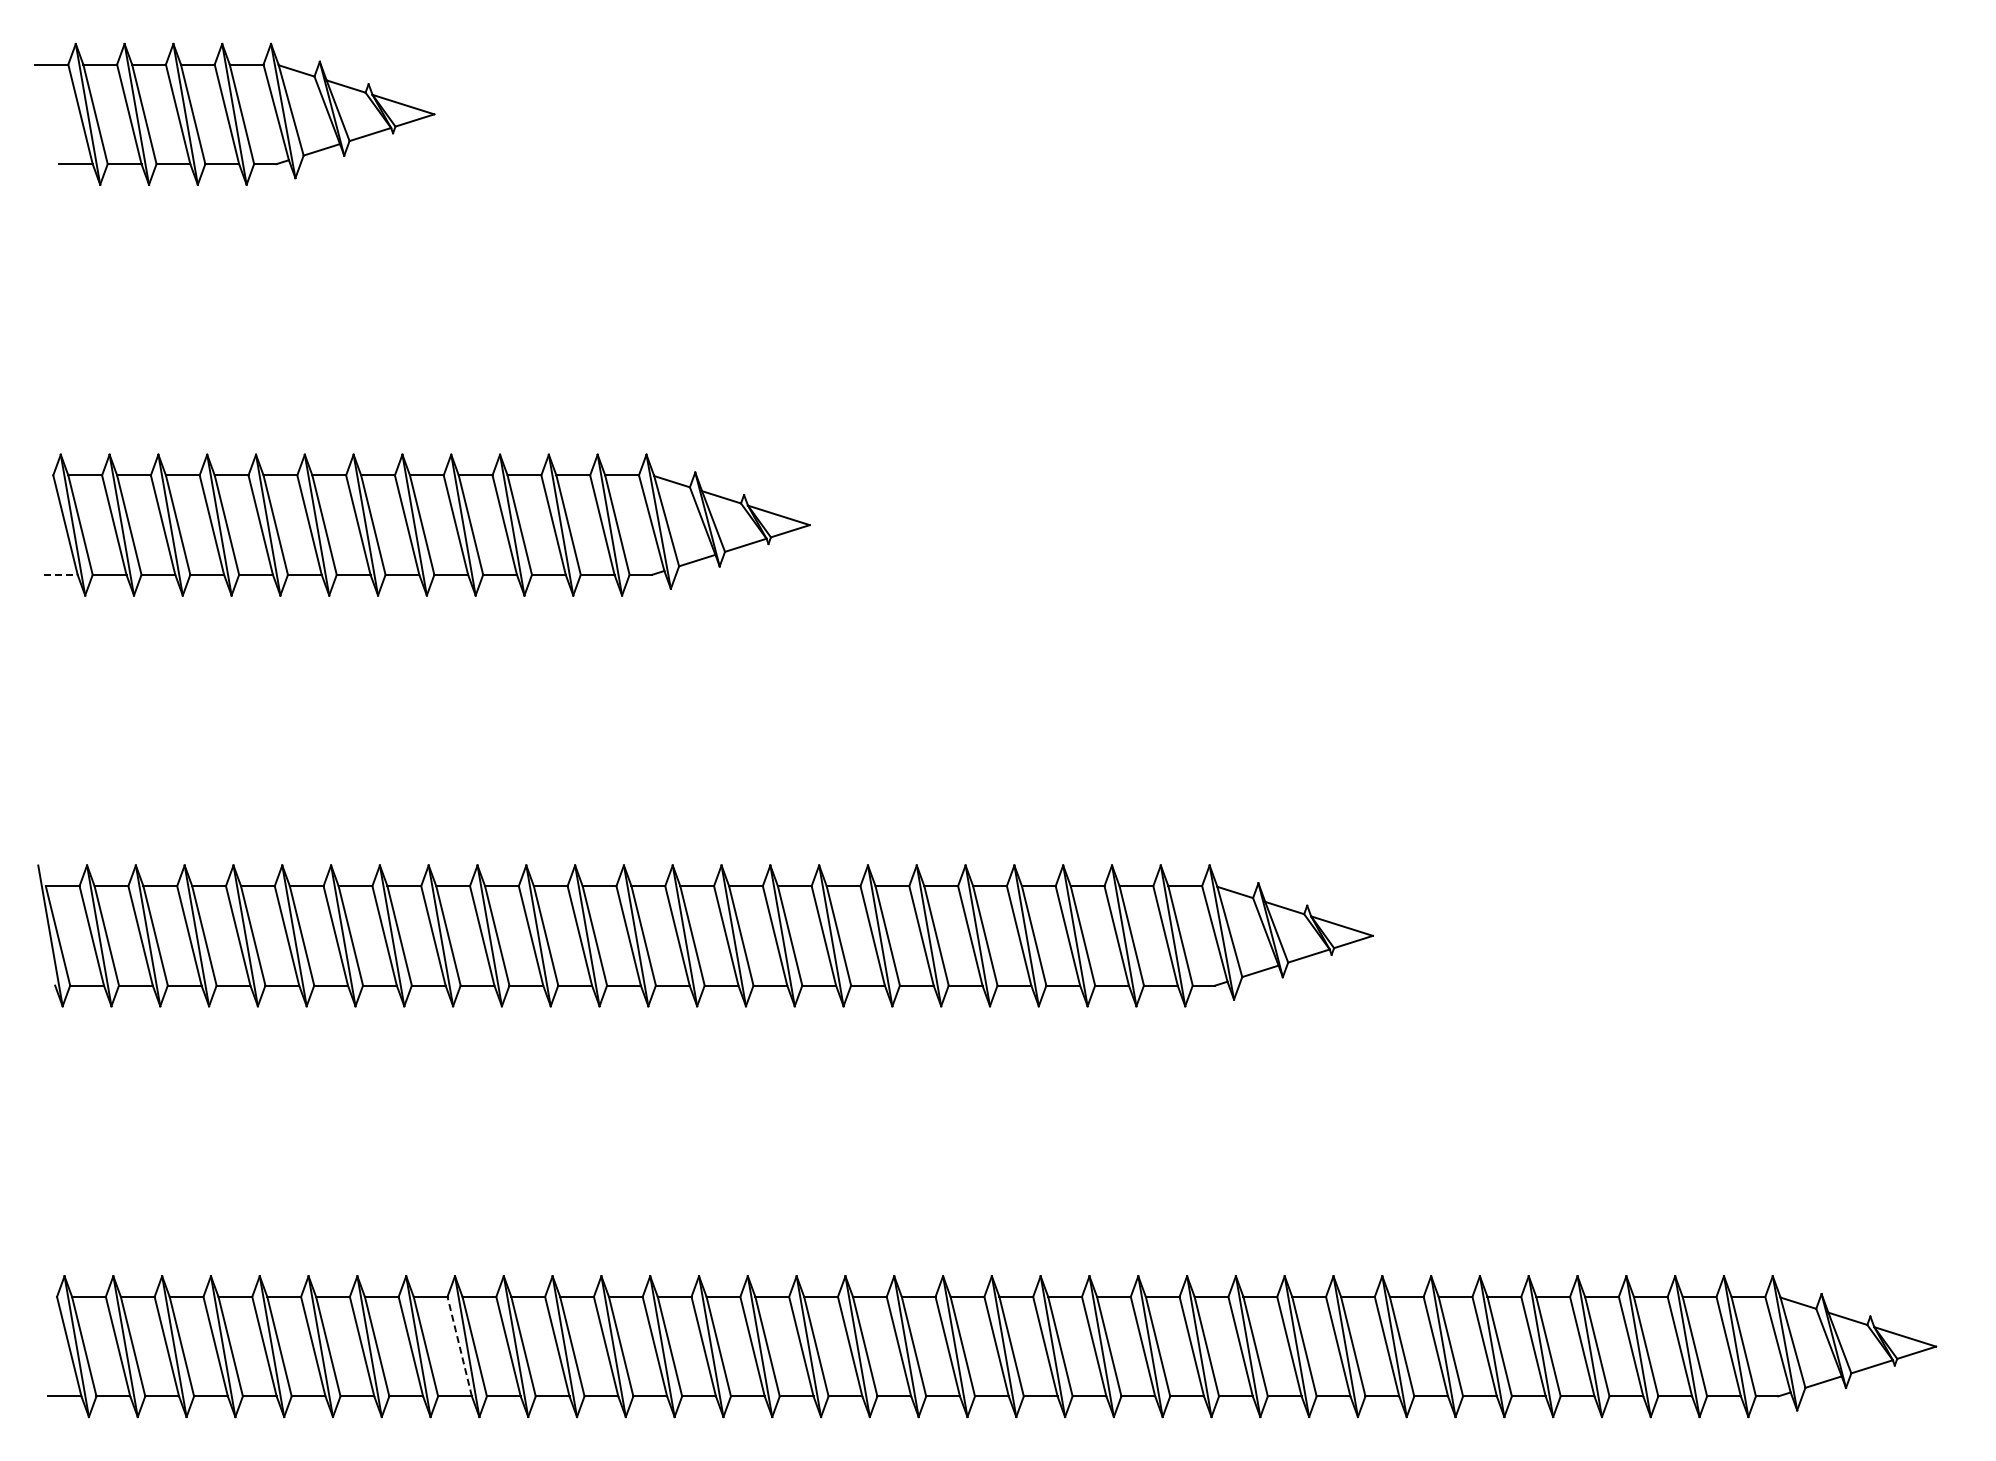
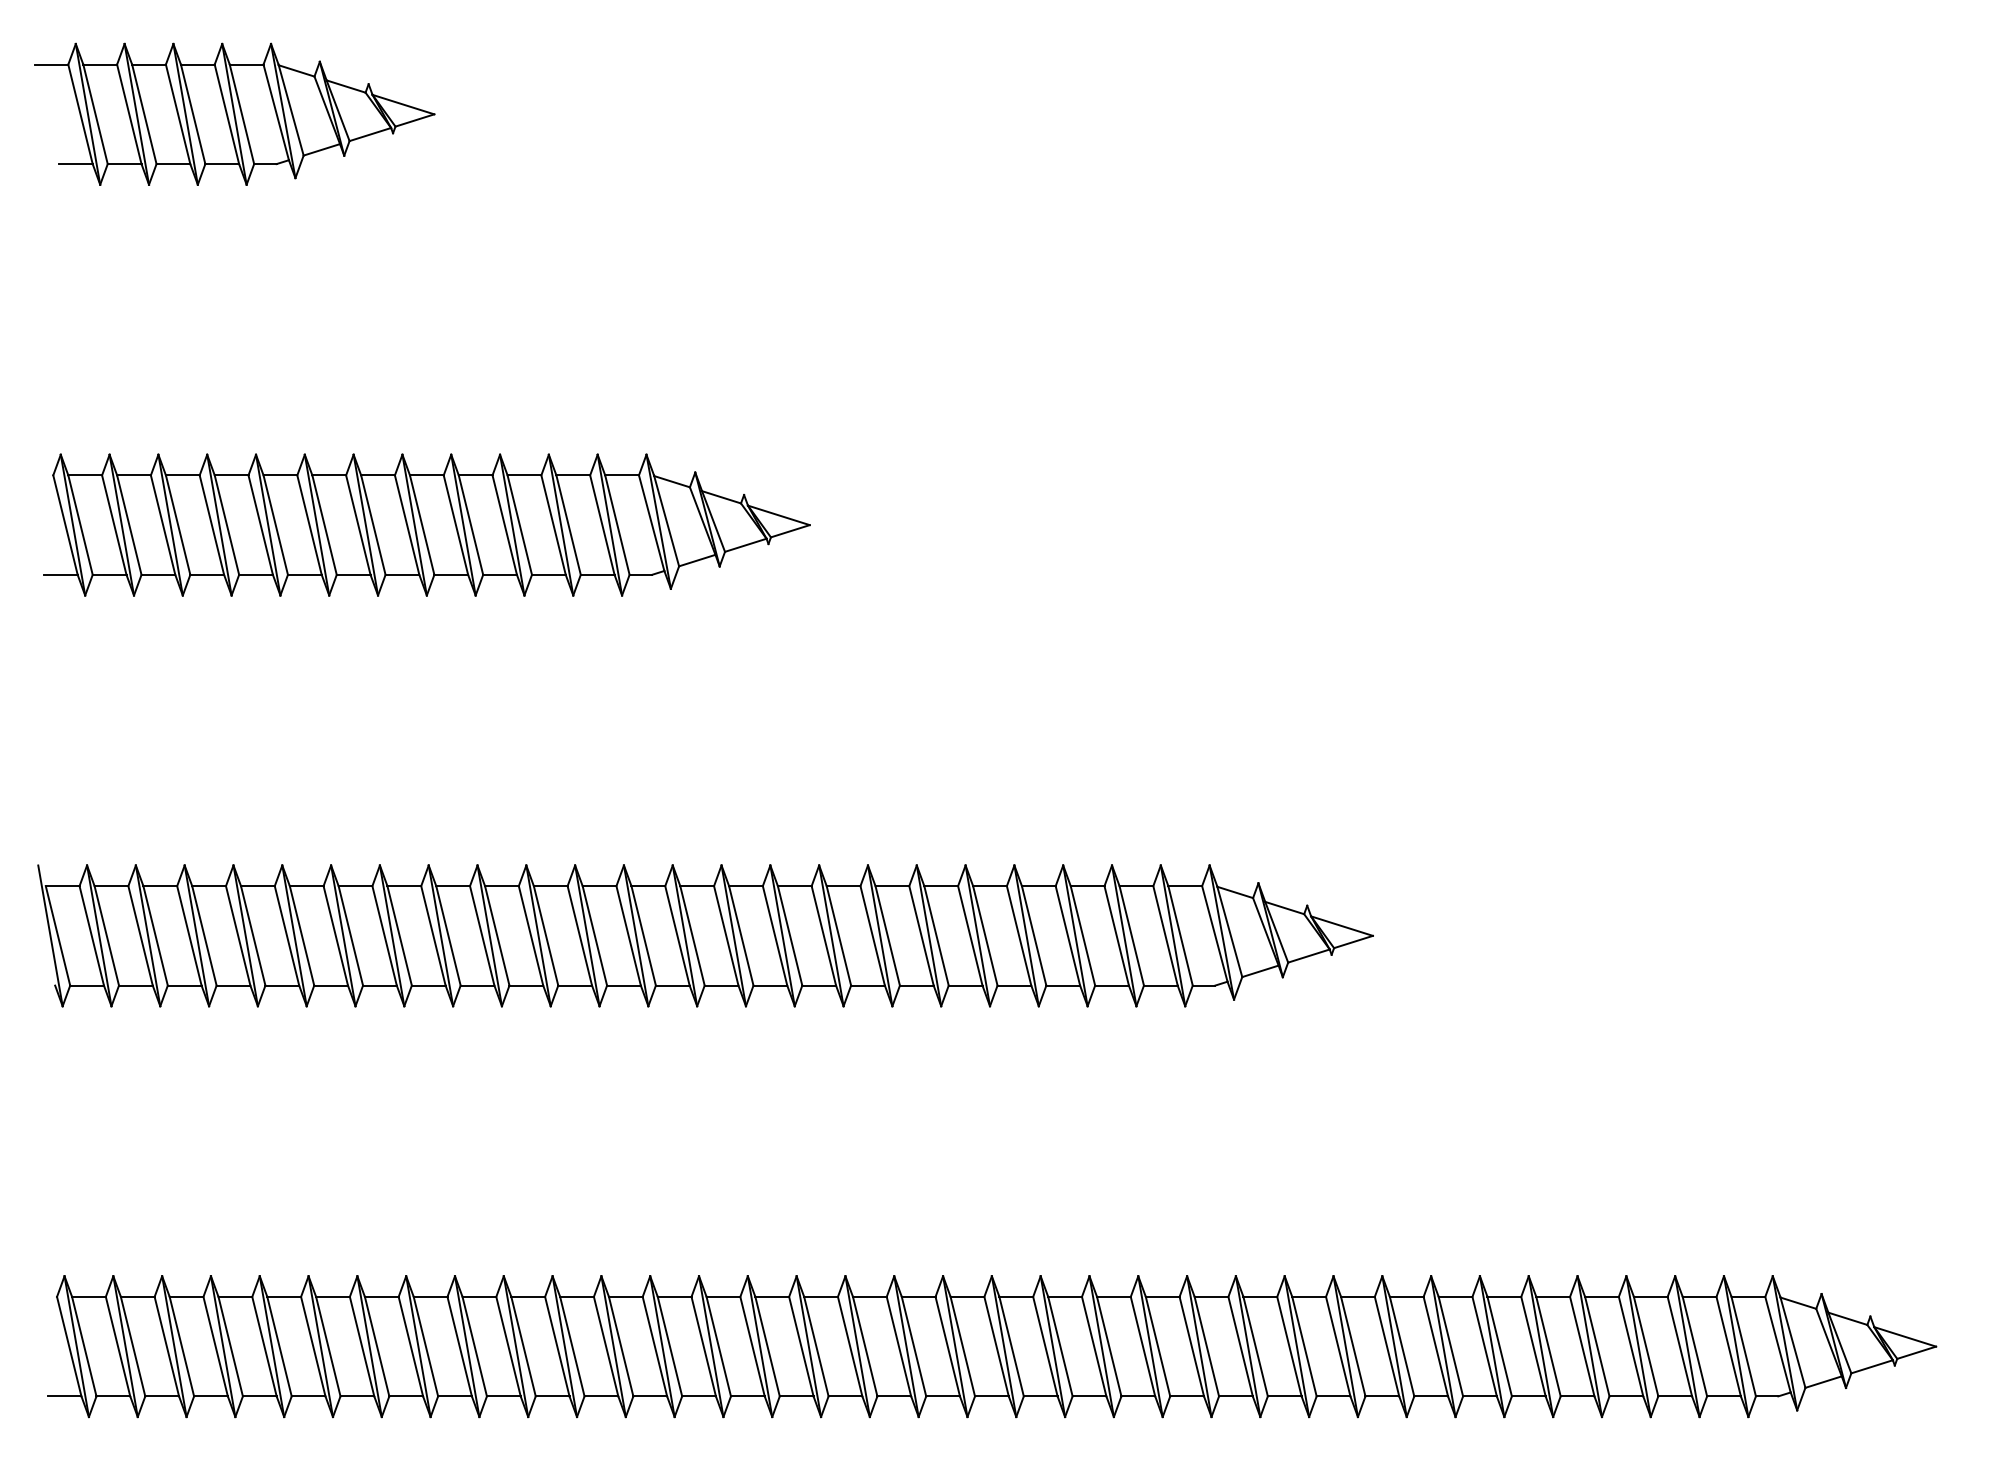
line at (60, 574): dashed -> solid
line at (459, 1346): dashed -> solid
